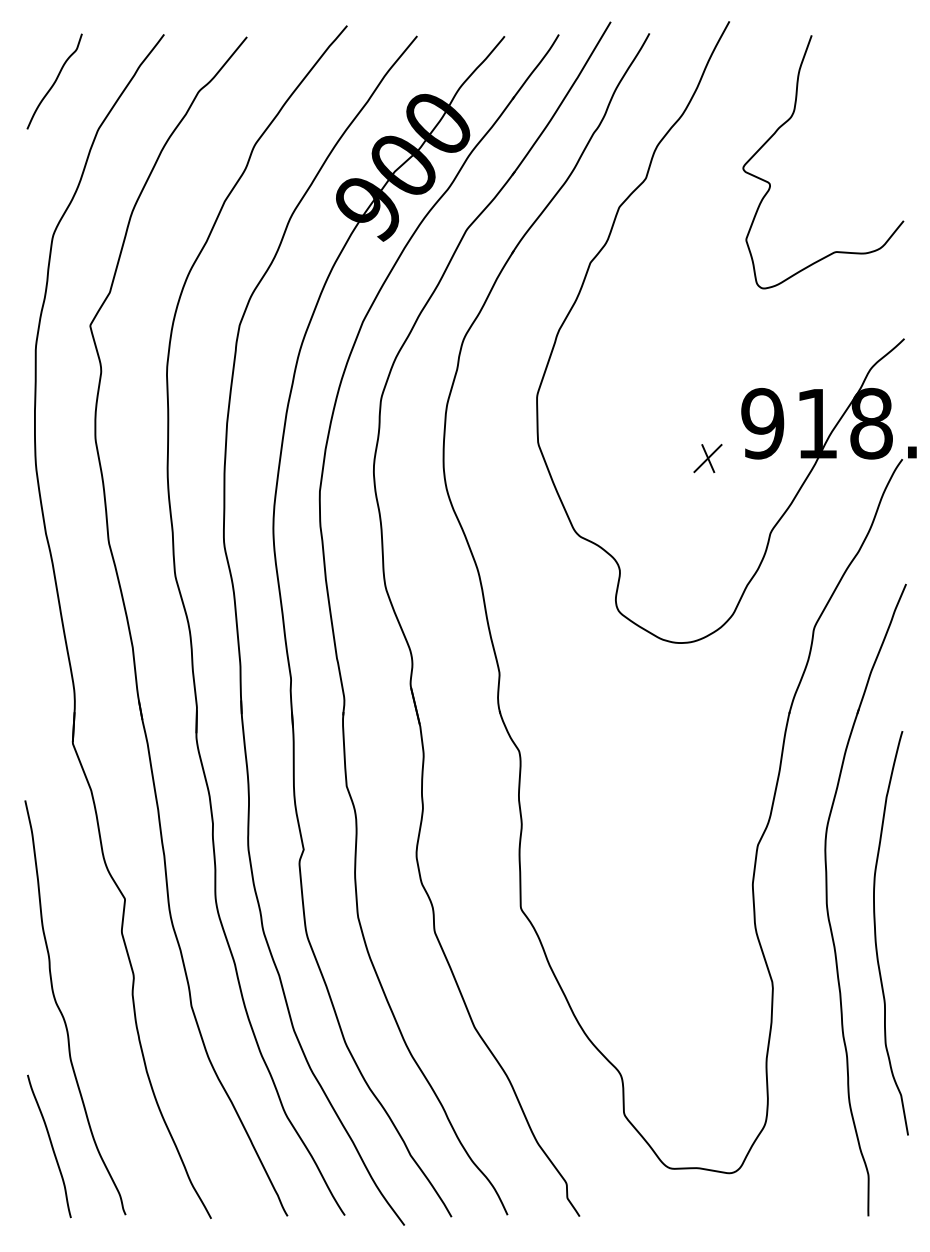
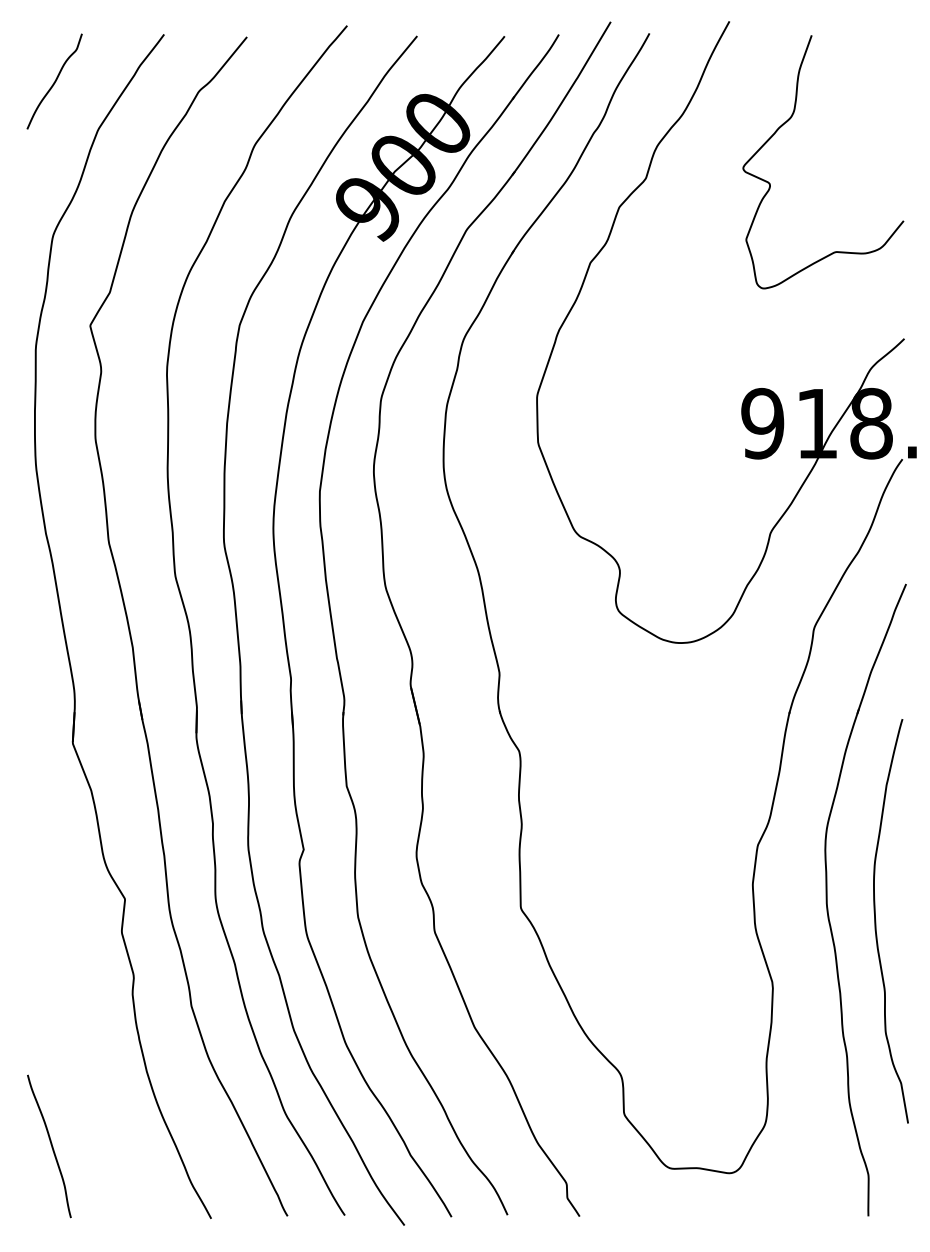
part at (707, 458): present -> none
curve at (876, 933) position: (876, 933) -> (876, 921)
curve at (62, 1013): present -> none
